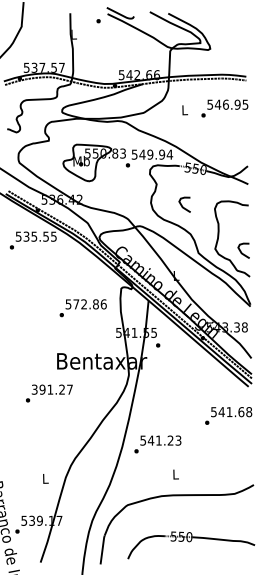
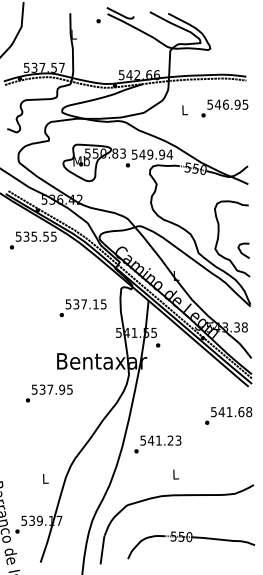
curve at (182, 204): present -> none
text at (89, 304): 572.86 -> 537.15
text at (52, 389): 391.27 -> 537.95
